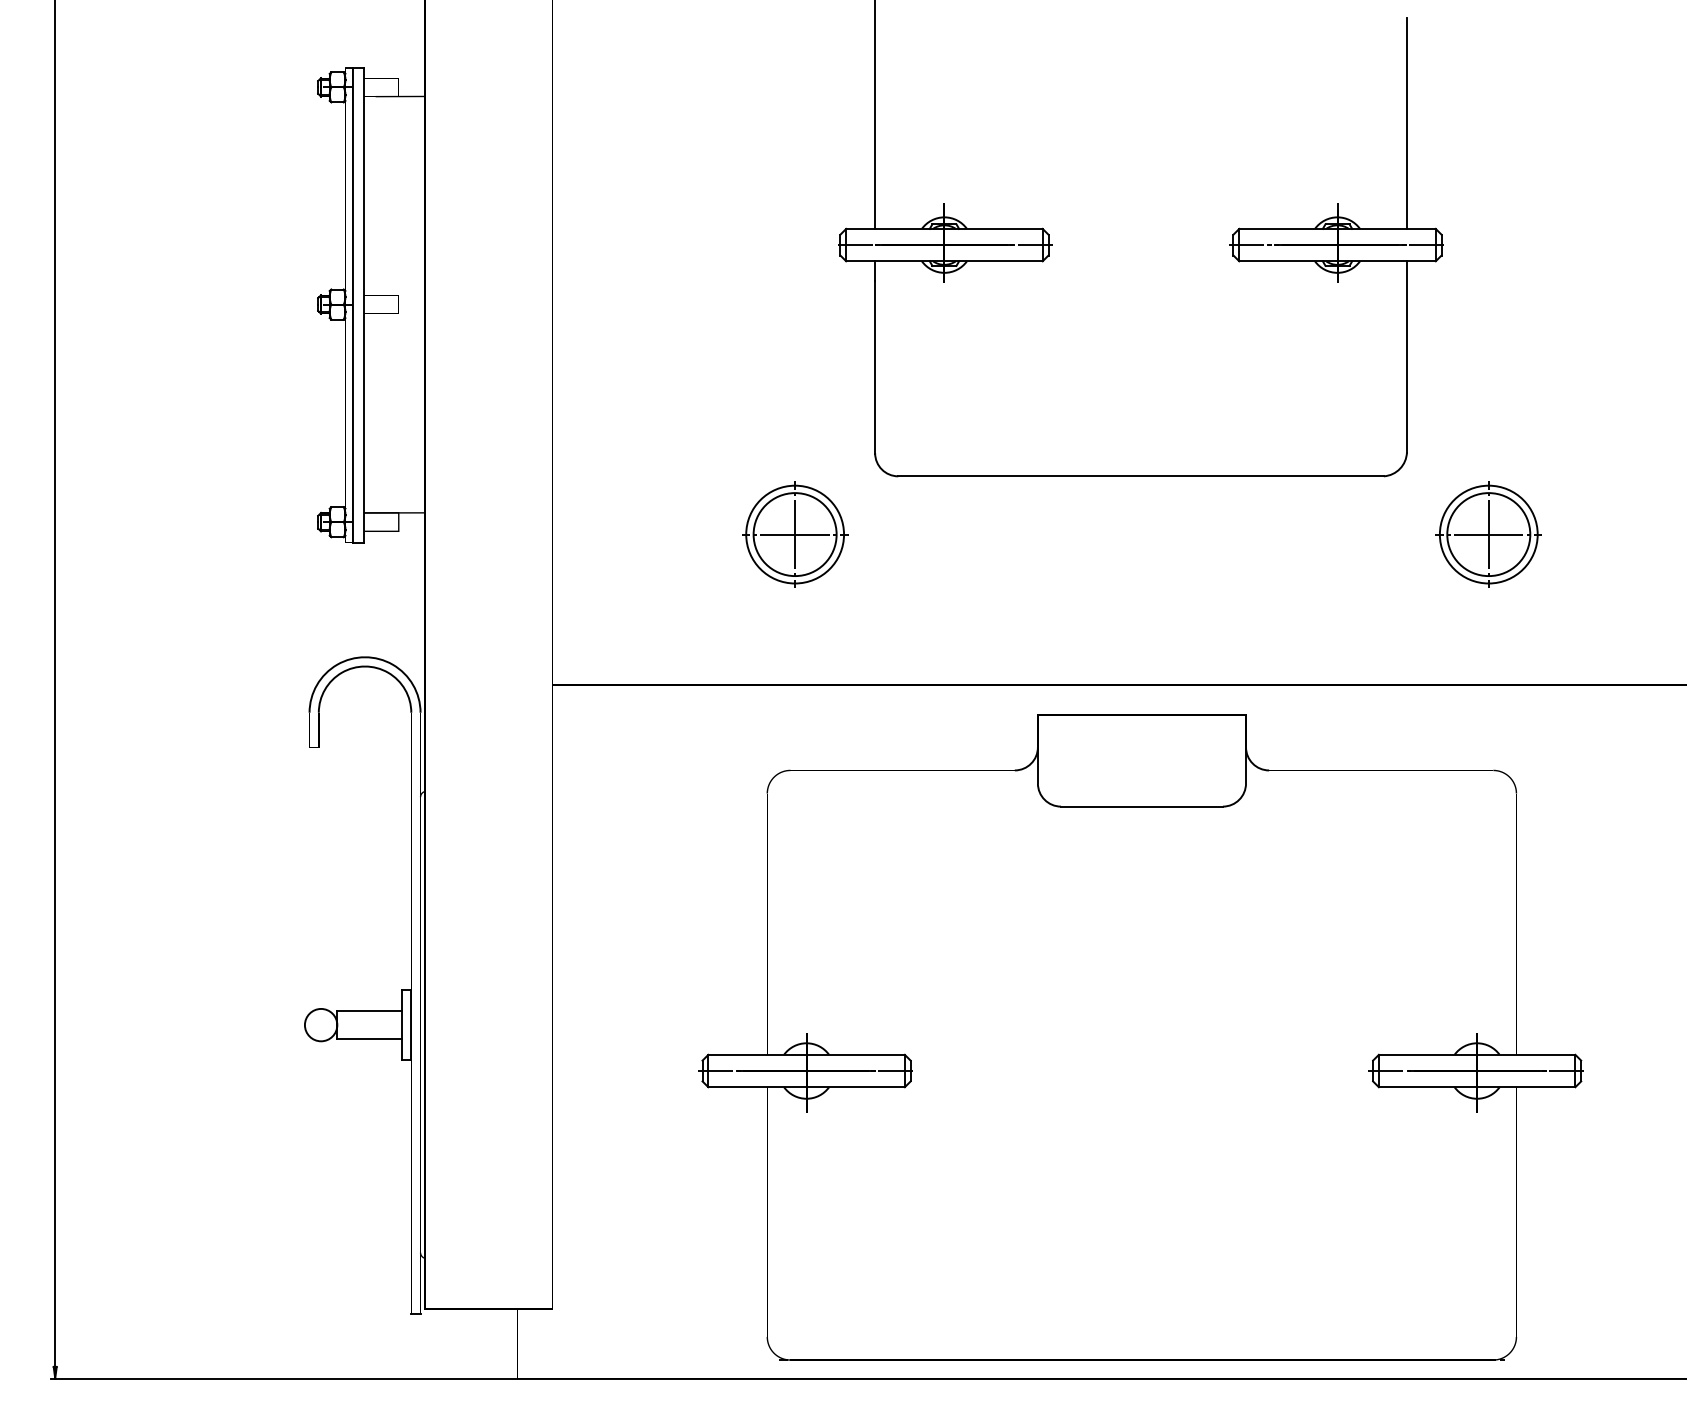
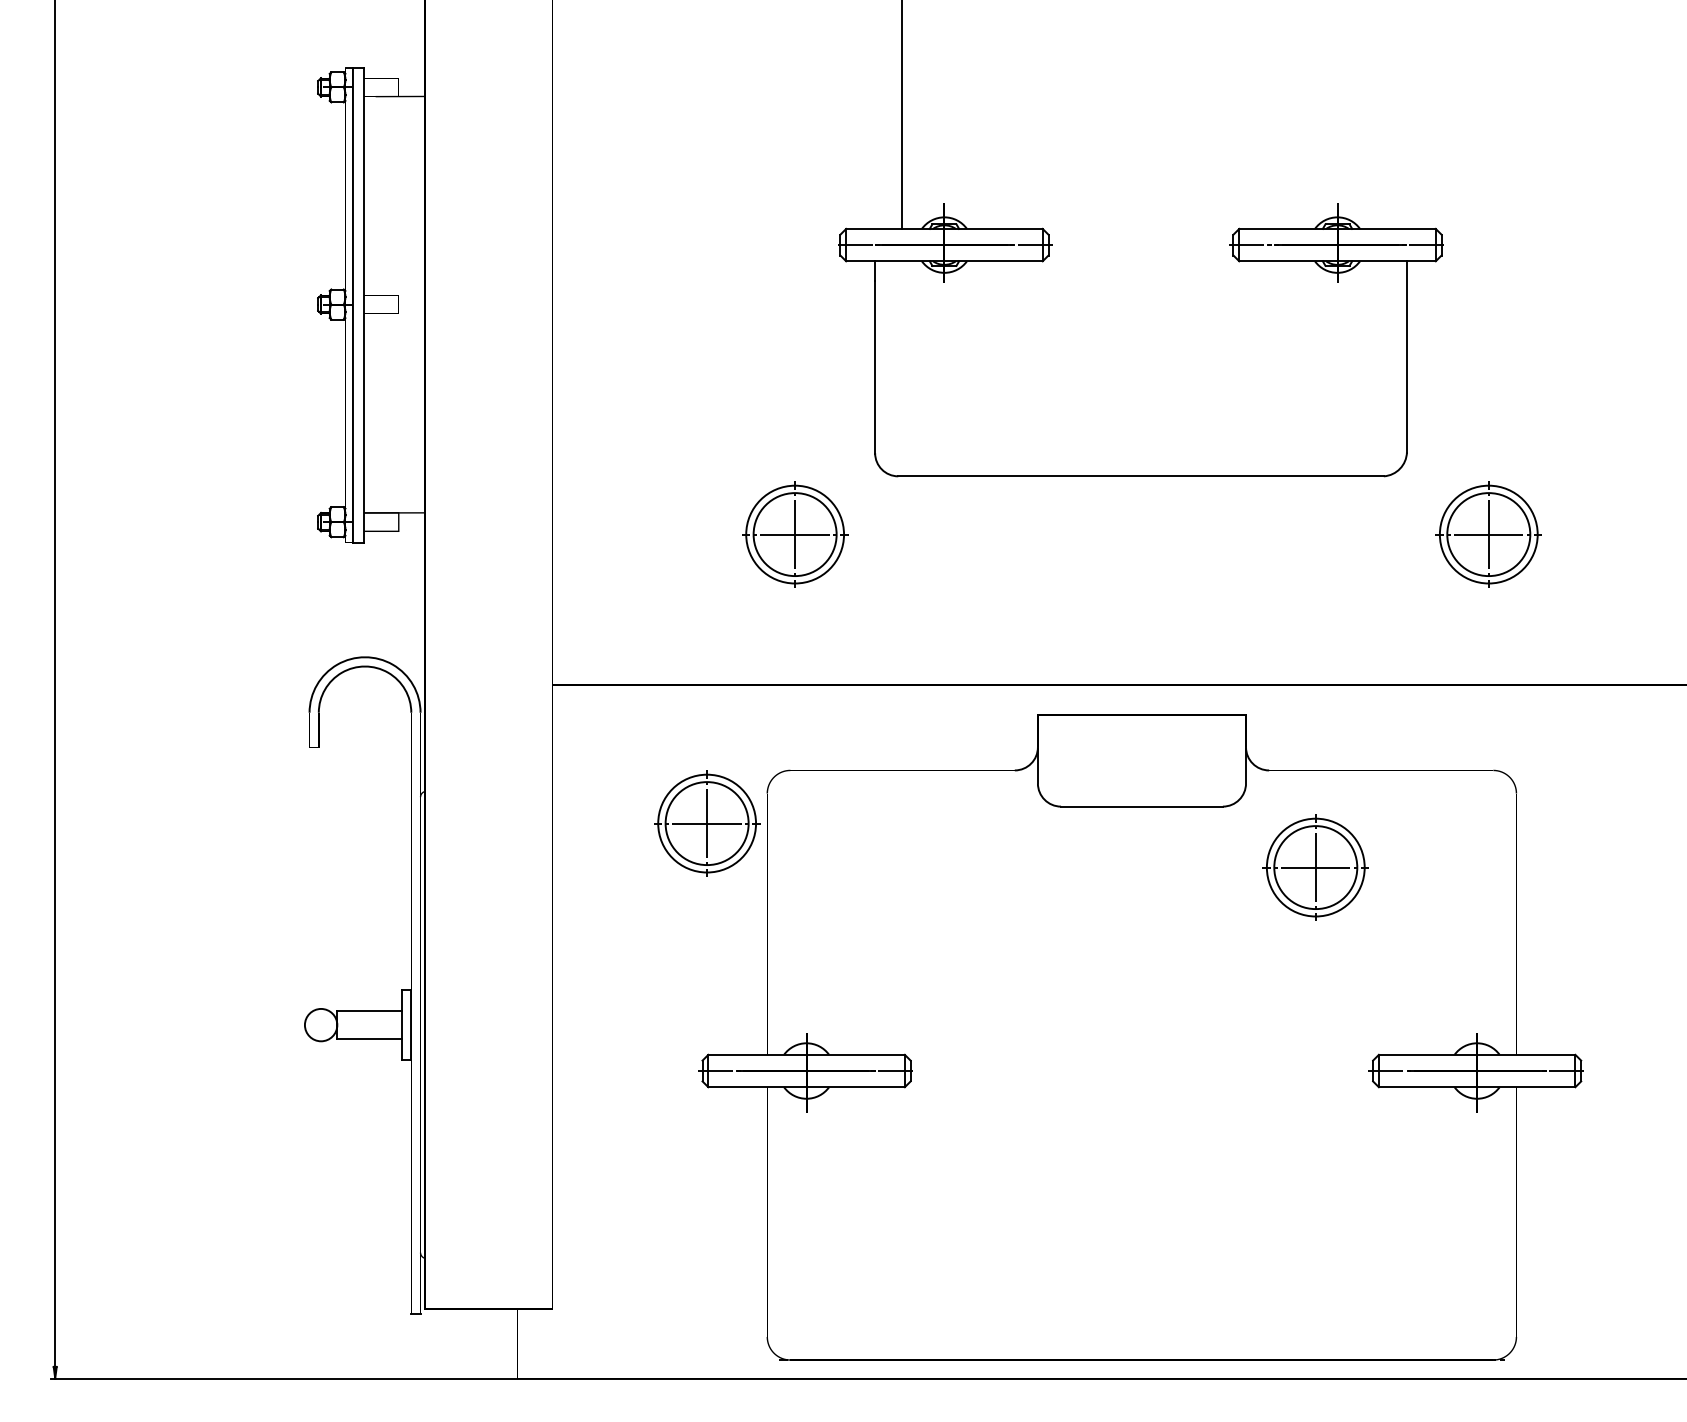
line at (875, 115) position: (875, 115) -> (902, 115)
line at (1406, 123): present -> none
part at (707, 823): none -> present
part at (1315, 867): none -> present
